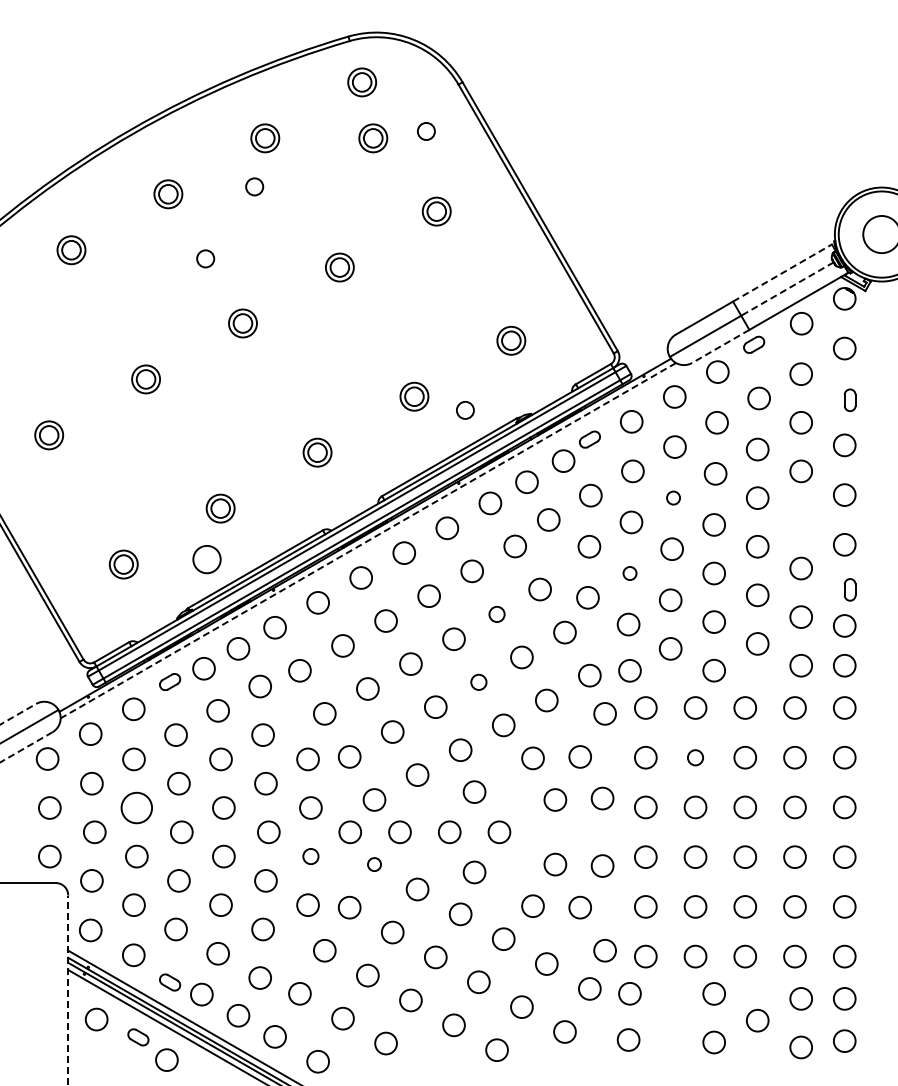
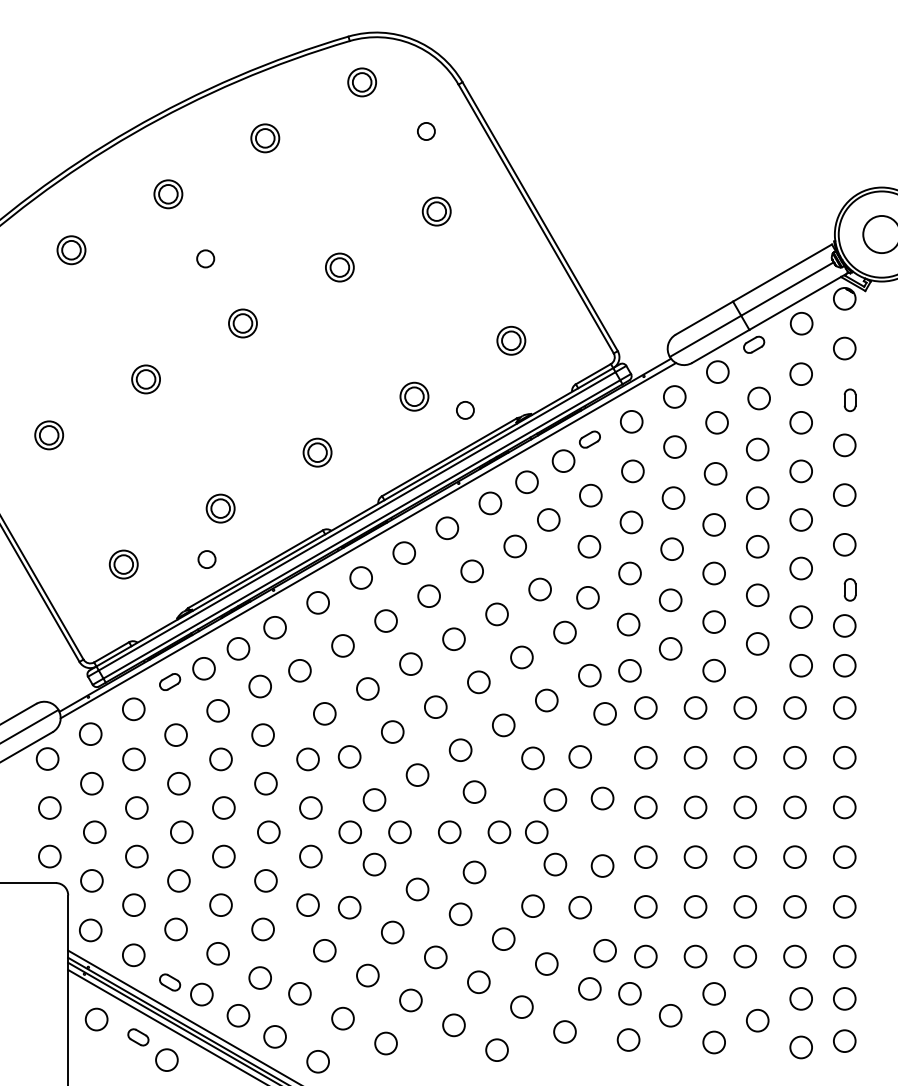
part at (373, 138): present -> none
circle at (254, 186): present -> none
line at (782, 272): dashed -> solid
line at (787, 289): dashed -> solid
line at (720, 346): dashed -> solid
circle at (673, 497) size: 15x16 px -> 25x24 px
circle at (800, 519): none -> present
line at (367, 540): dashed -> solid
circle at (206, 559) diameter: 27 px -> 17 px
circle at (629, 573) size: 16x15 px -> 24x25 px
circle at (496, 614) size: 18x17 px -> 24x25 px
circle at (478, 681) size: 18x18 px -> 24x25 px
line at (18, 714): dashed -> solid
line at (26, 747): dashed -> solid
circle at (695, 757) size: 17x18 px -> 25x24 px
circle at (136, 807) size: 33x34 px -> 24x24 px
circle at (536, 832): none -> present
circle at (310, 856) size: 18x17 px -> 24x25 px
circle at (374, 864) size: 15x15 px -> 25x25 px
line at (68, 990): dashed -> solid
circle at (670, 1015): none -> present
